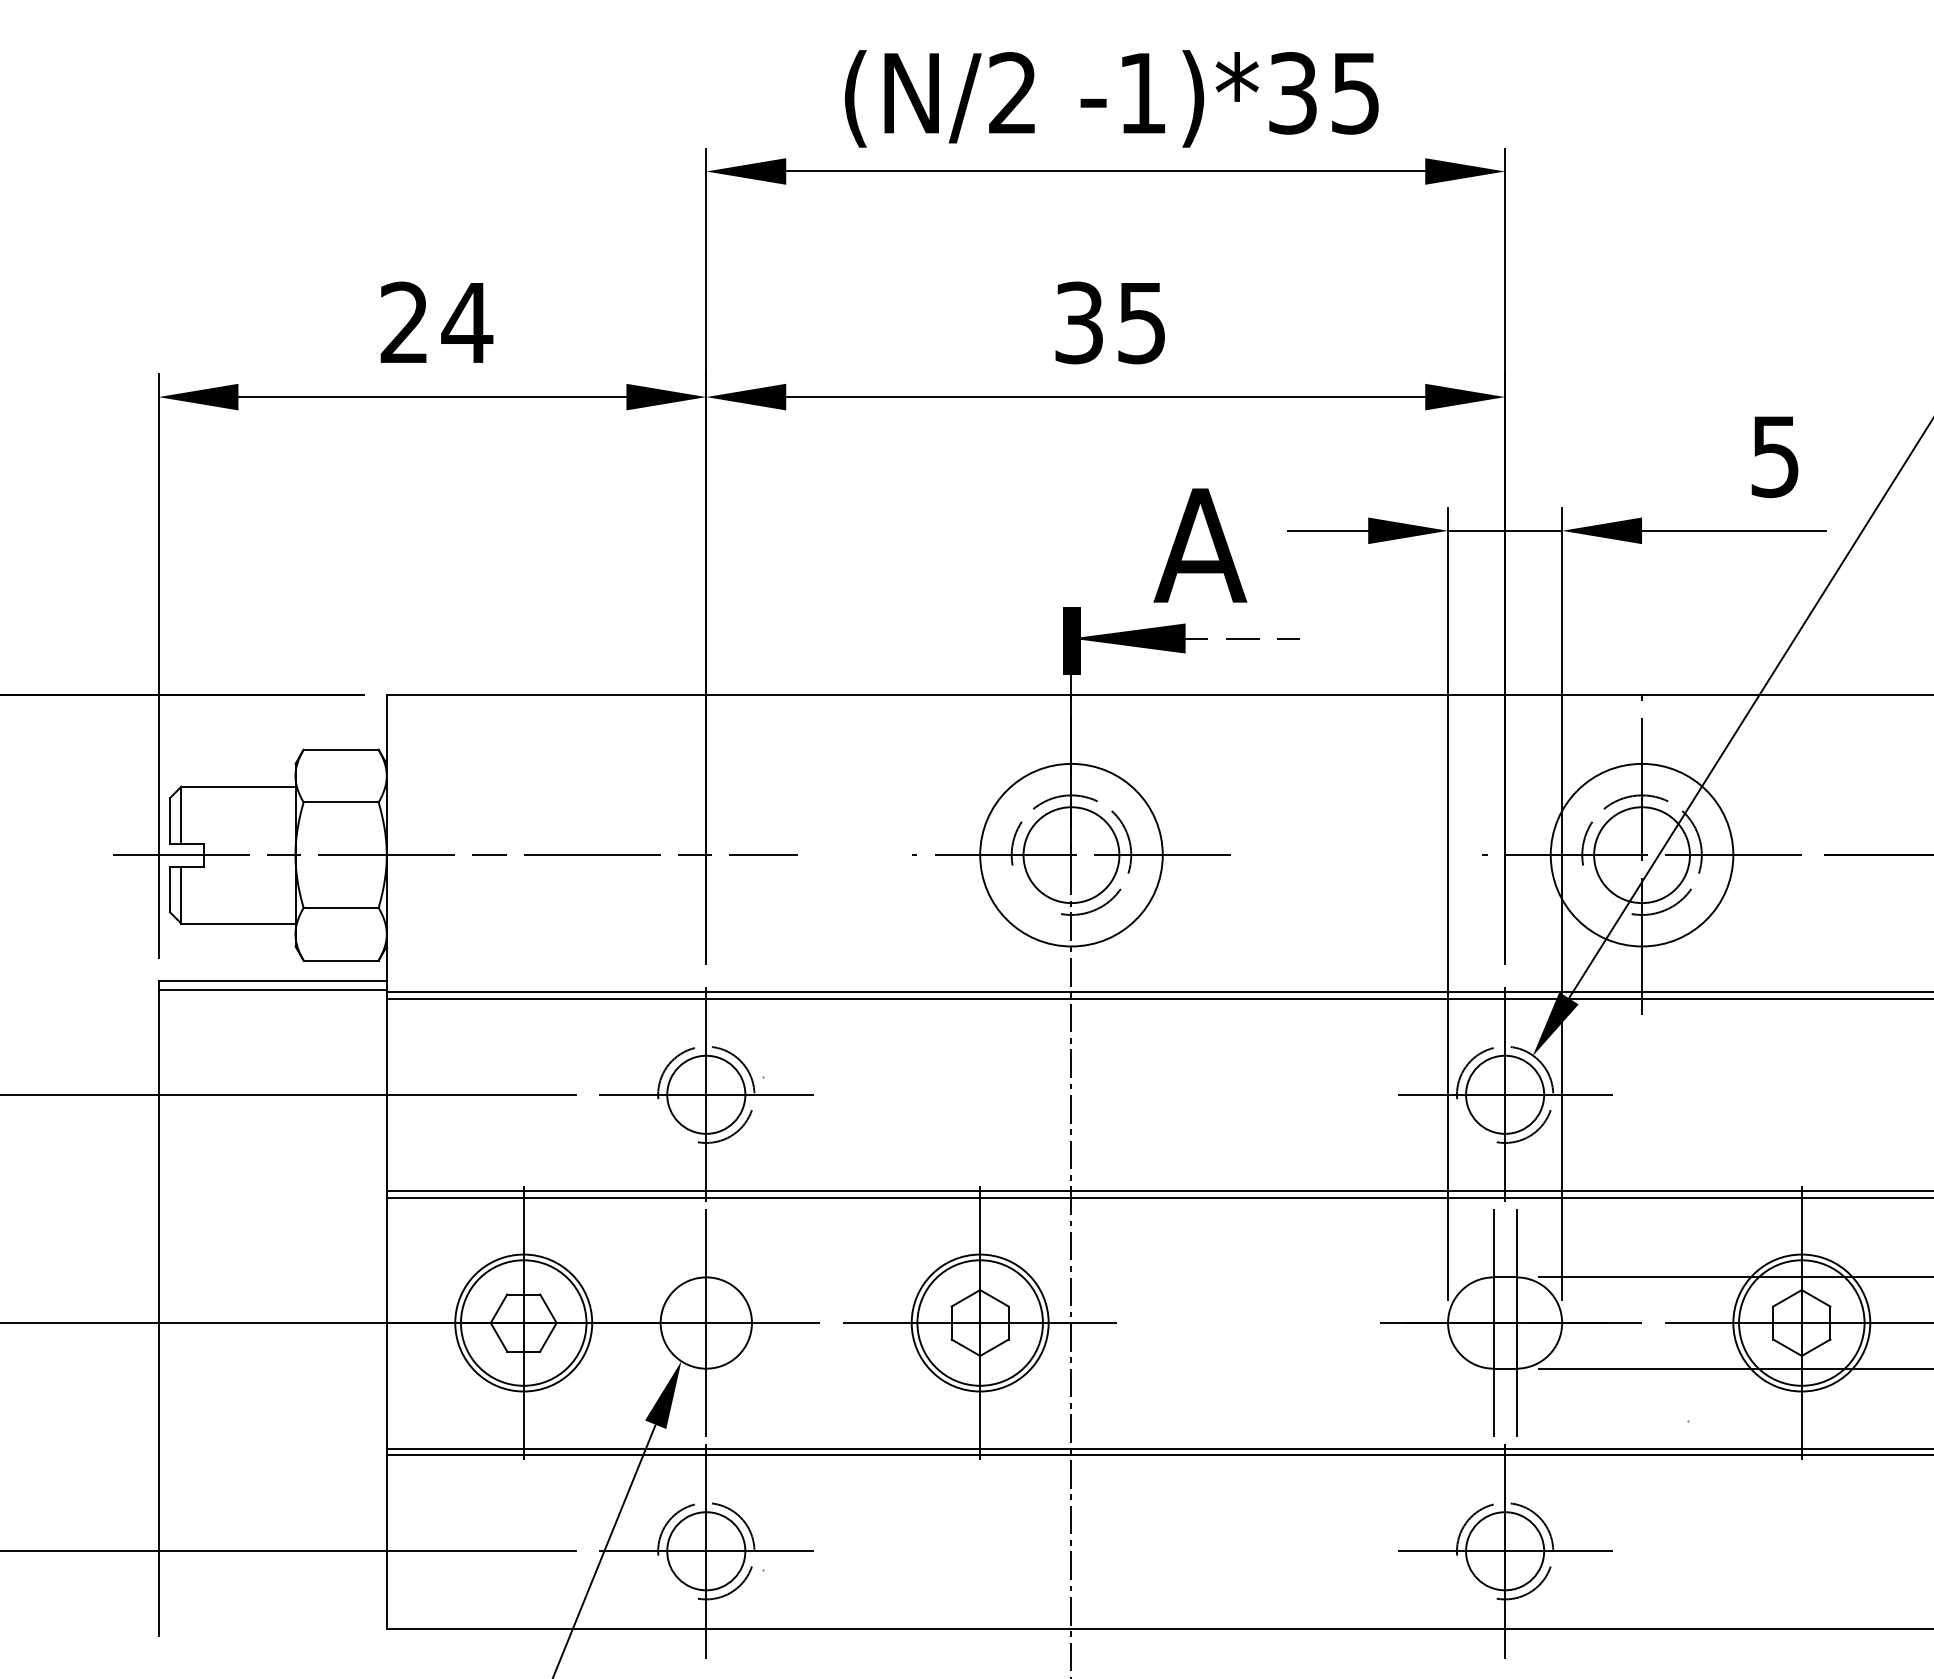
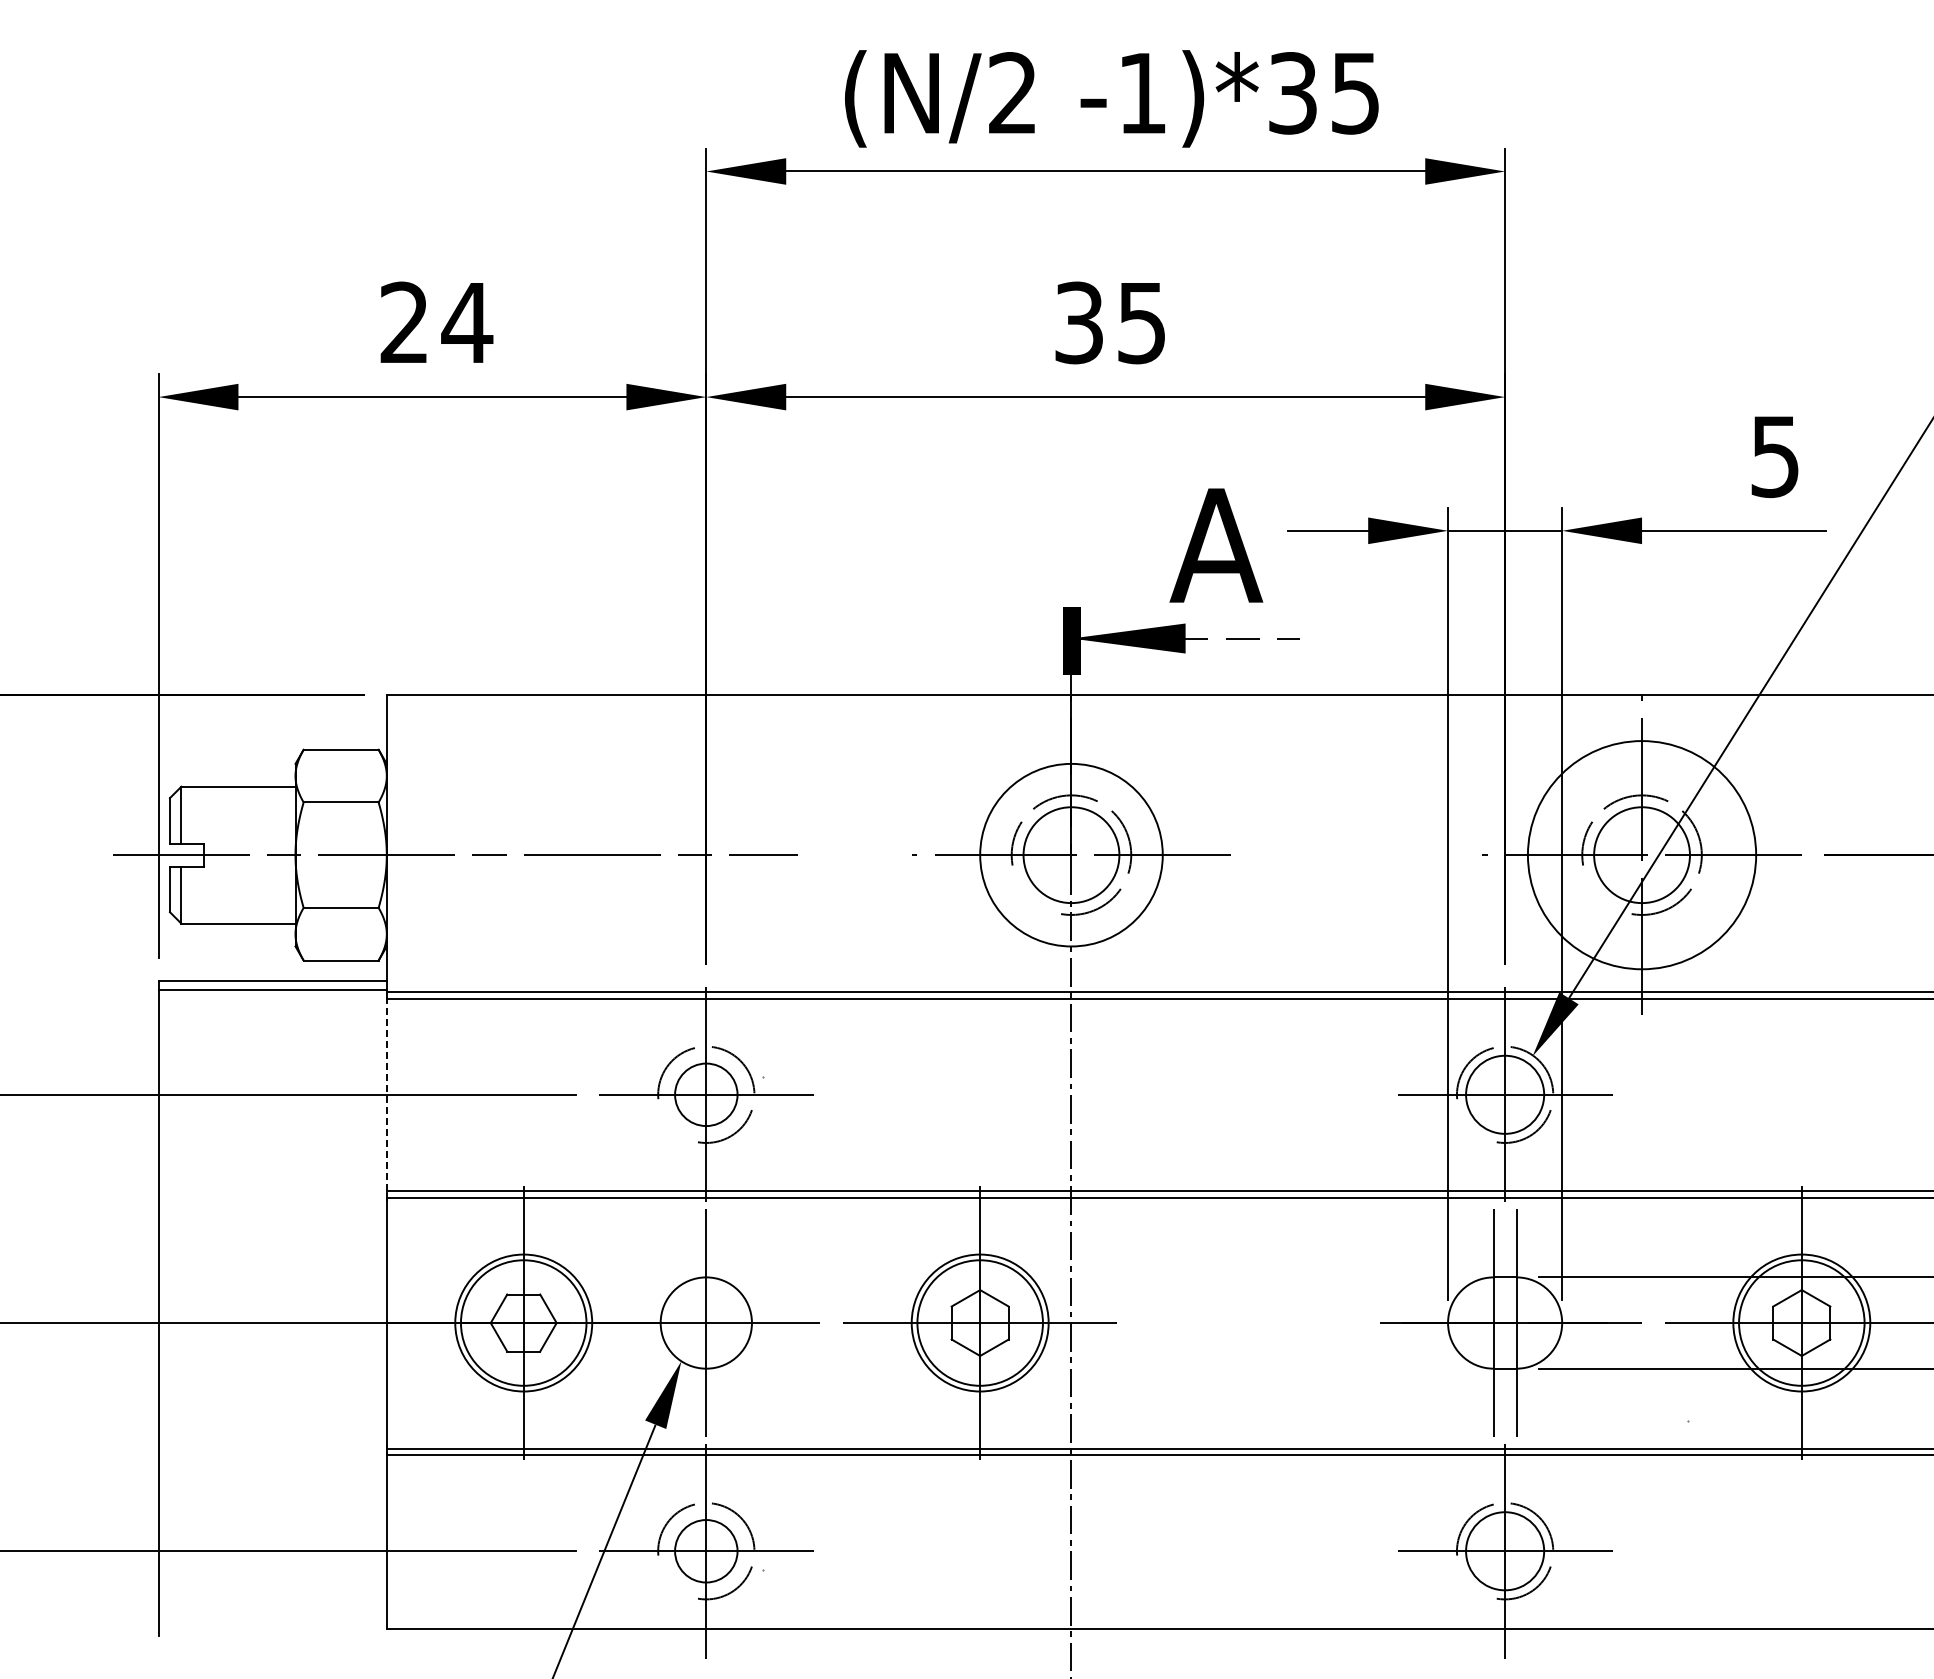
text at (1200, 545) position: (1200, 545) -> (1216, 545)
circle at (1641, 854) diameter: 183 px -> 228 px
circle at (706, 1094) diameter: 78 px -> 62 px
line at (386, 1095): solid -> dashed
circle at (706, 1551) diameter: 78 px -> 62 px
